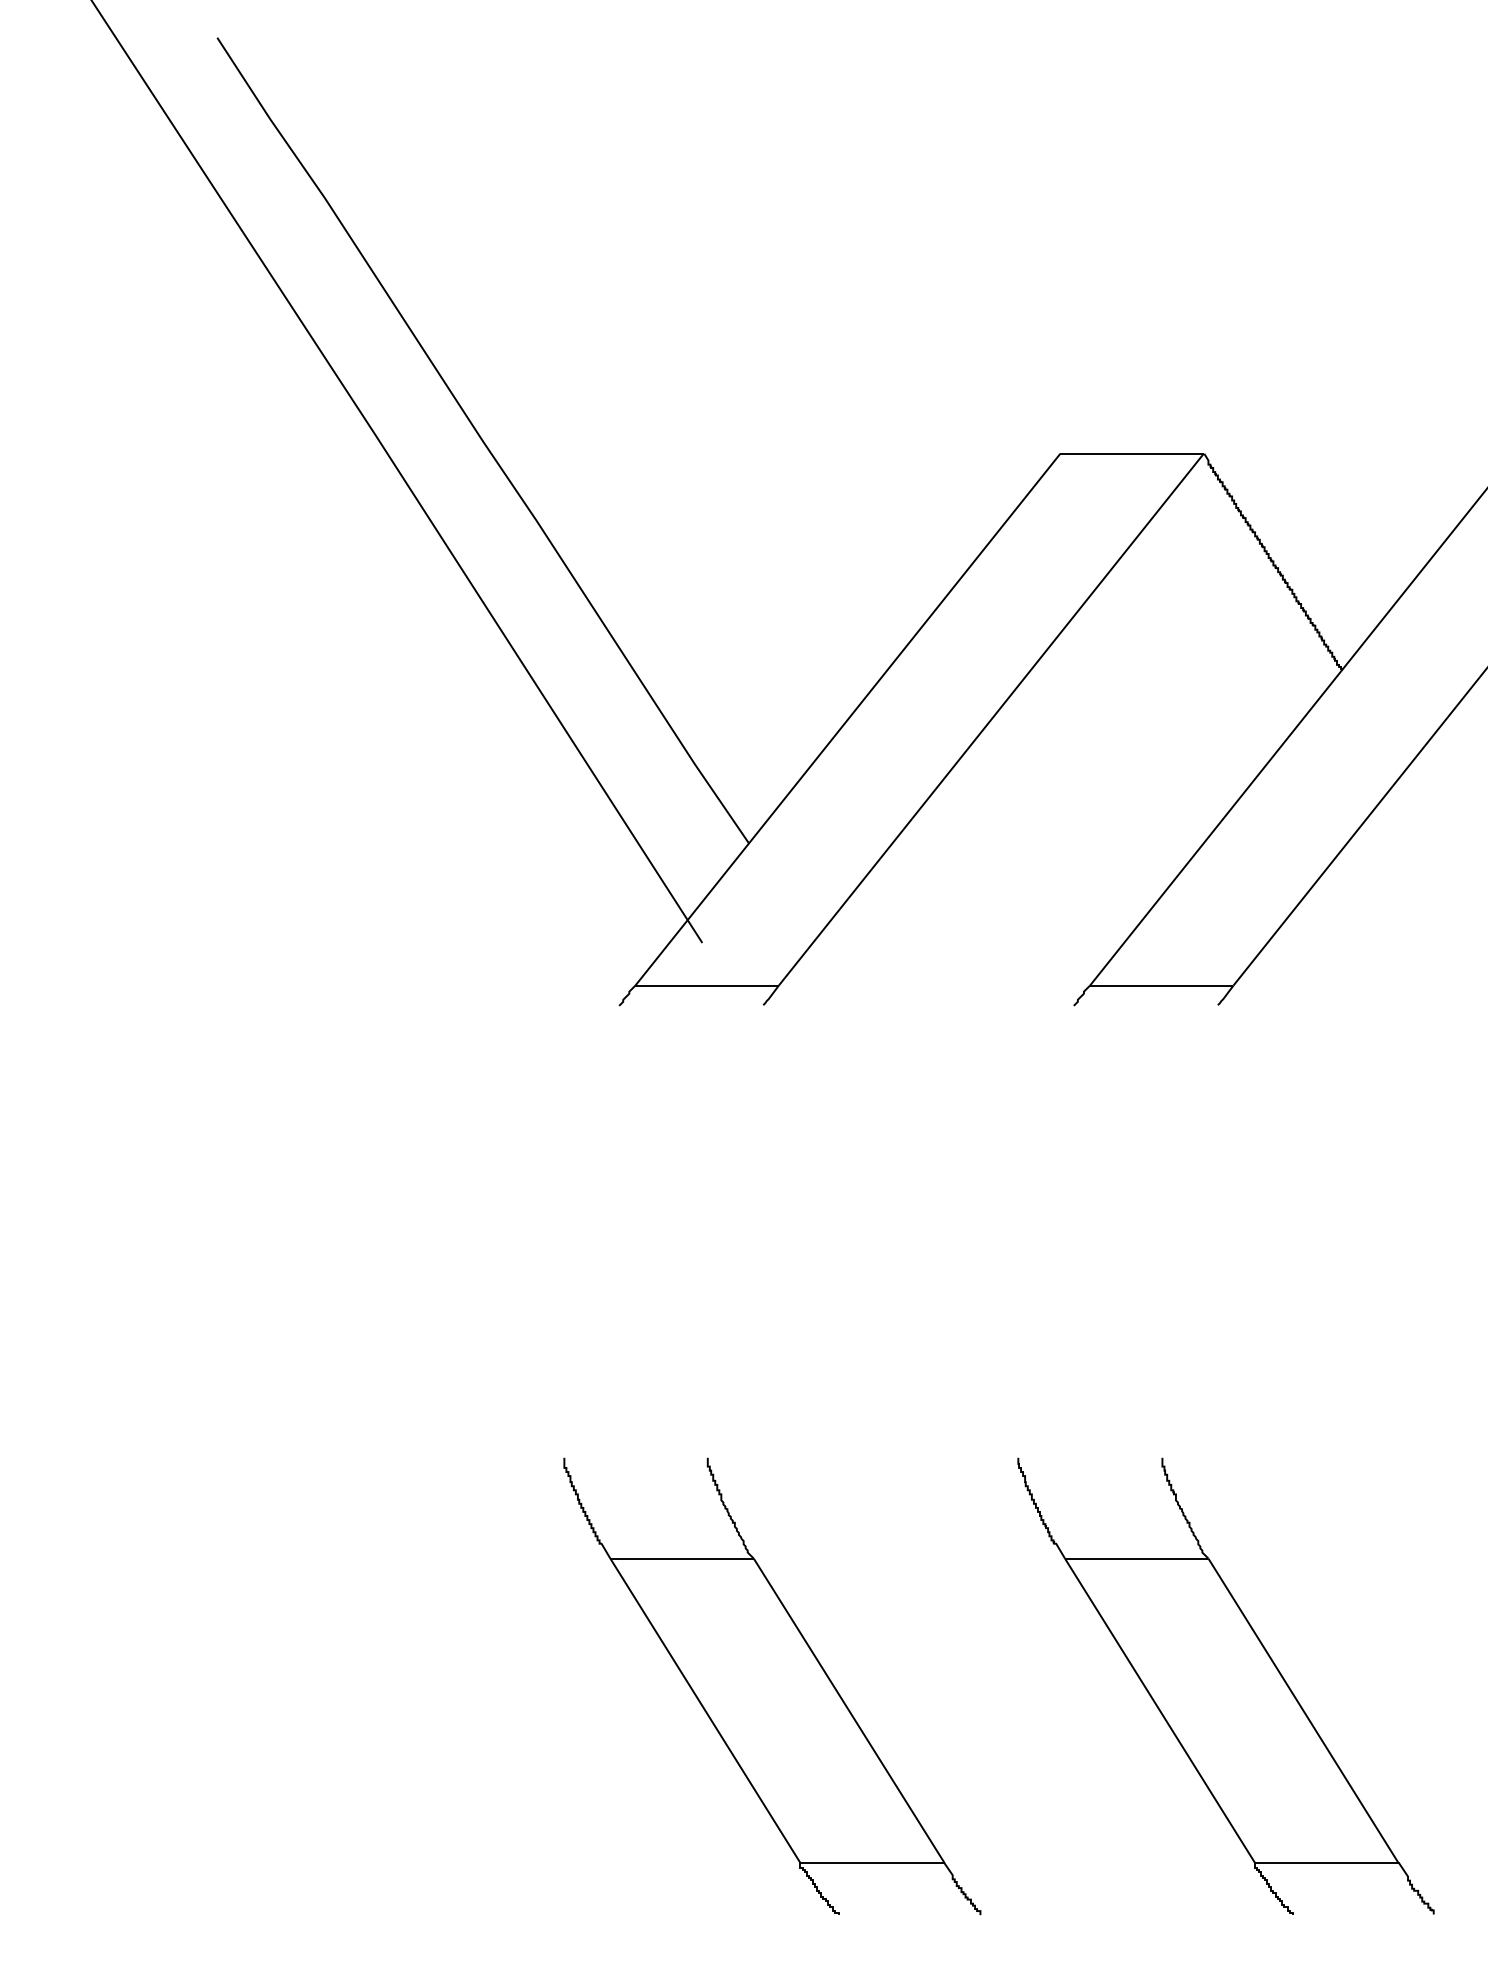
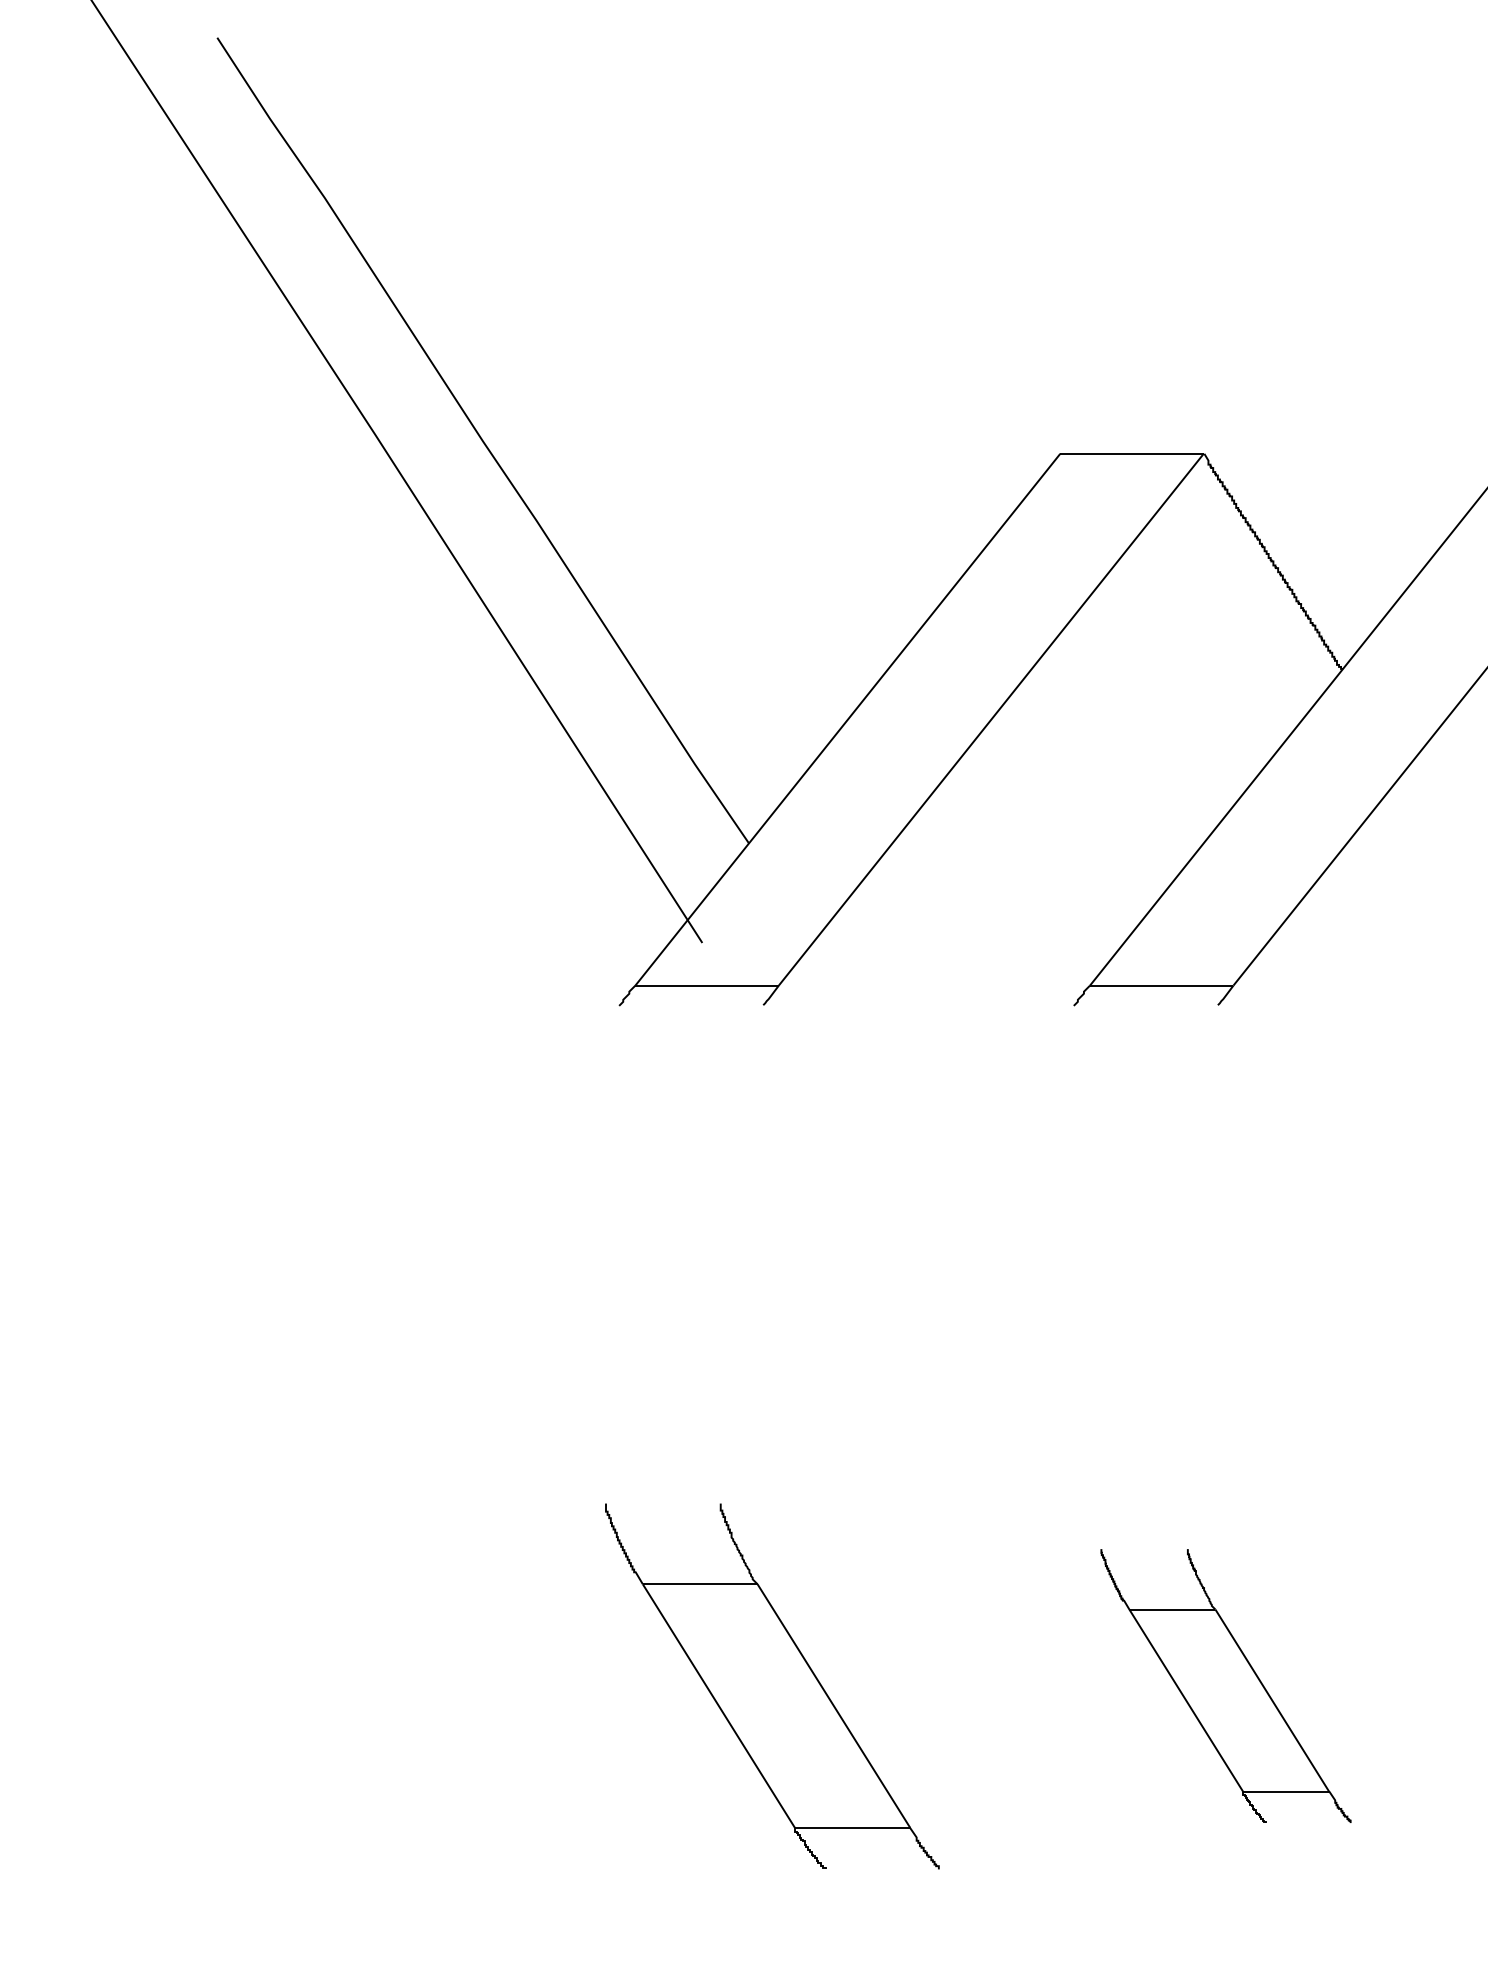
part at (1225, 1685) size: 418x458 px -> 252x274 px
part at (772, 1686) size: 419x459 px -> 335x367 px
